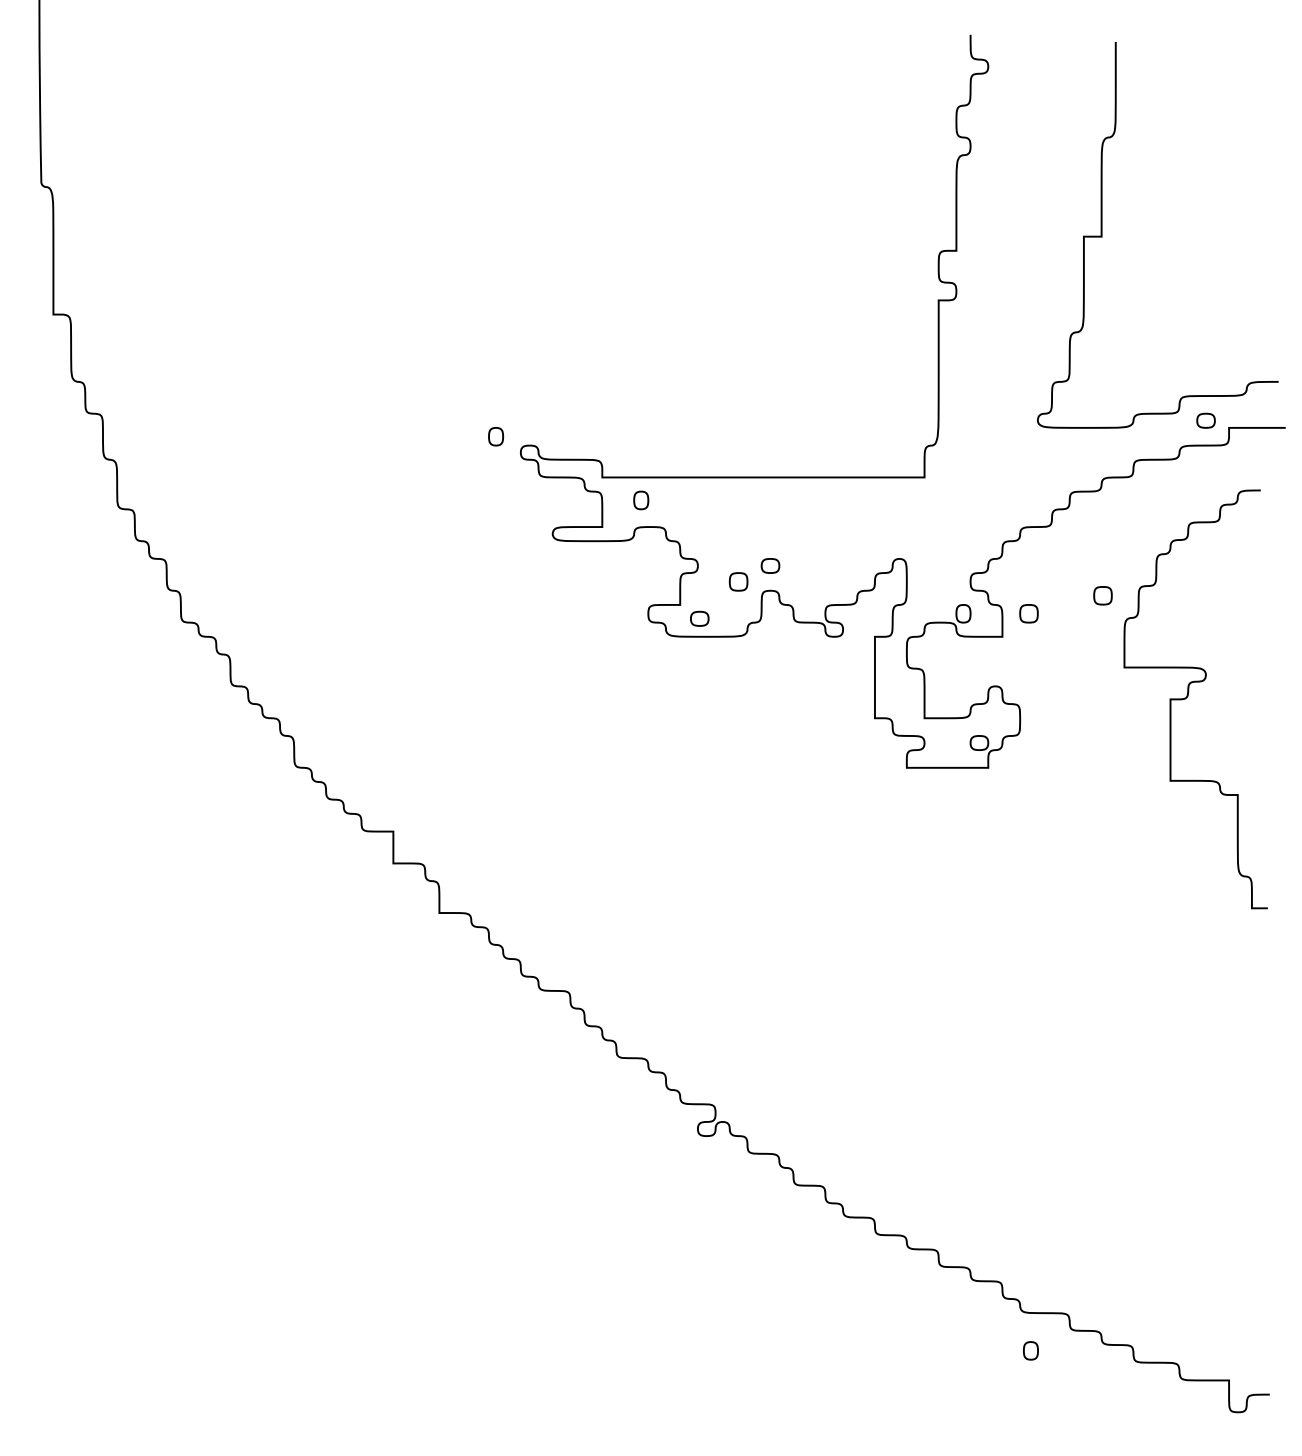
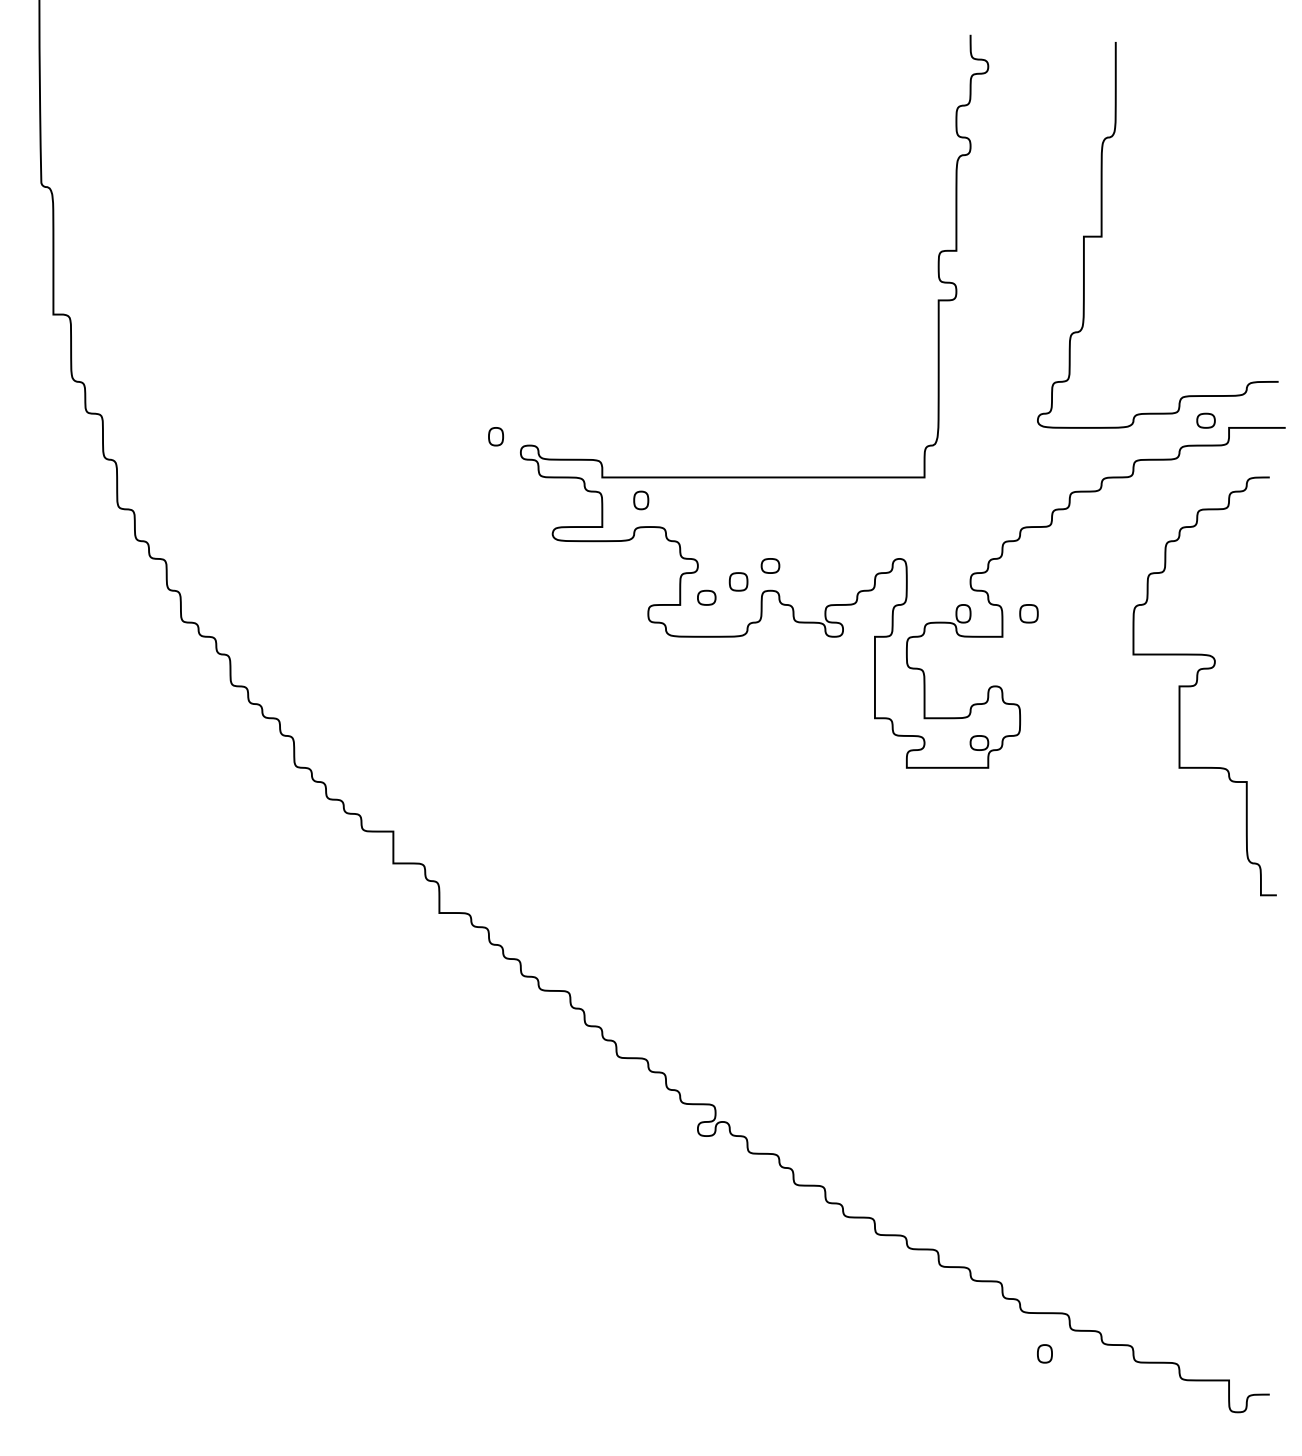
part at (1102, 595): present -> none
part at (699, 618) position: (699, 618) -> (706, 597)
curve at (1188, 696) position: (1188, 696) -> (1197, 683)
part at (1030, 1350) position: (1030, 1350) -> (1044, 1353)
